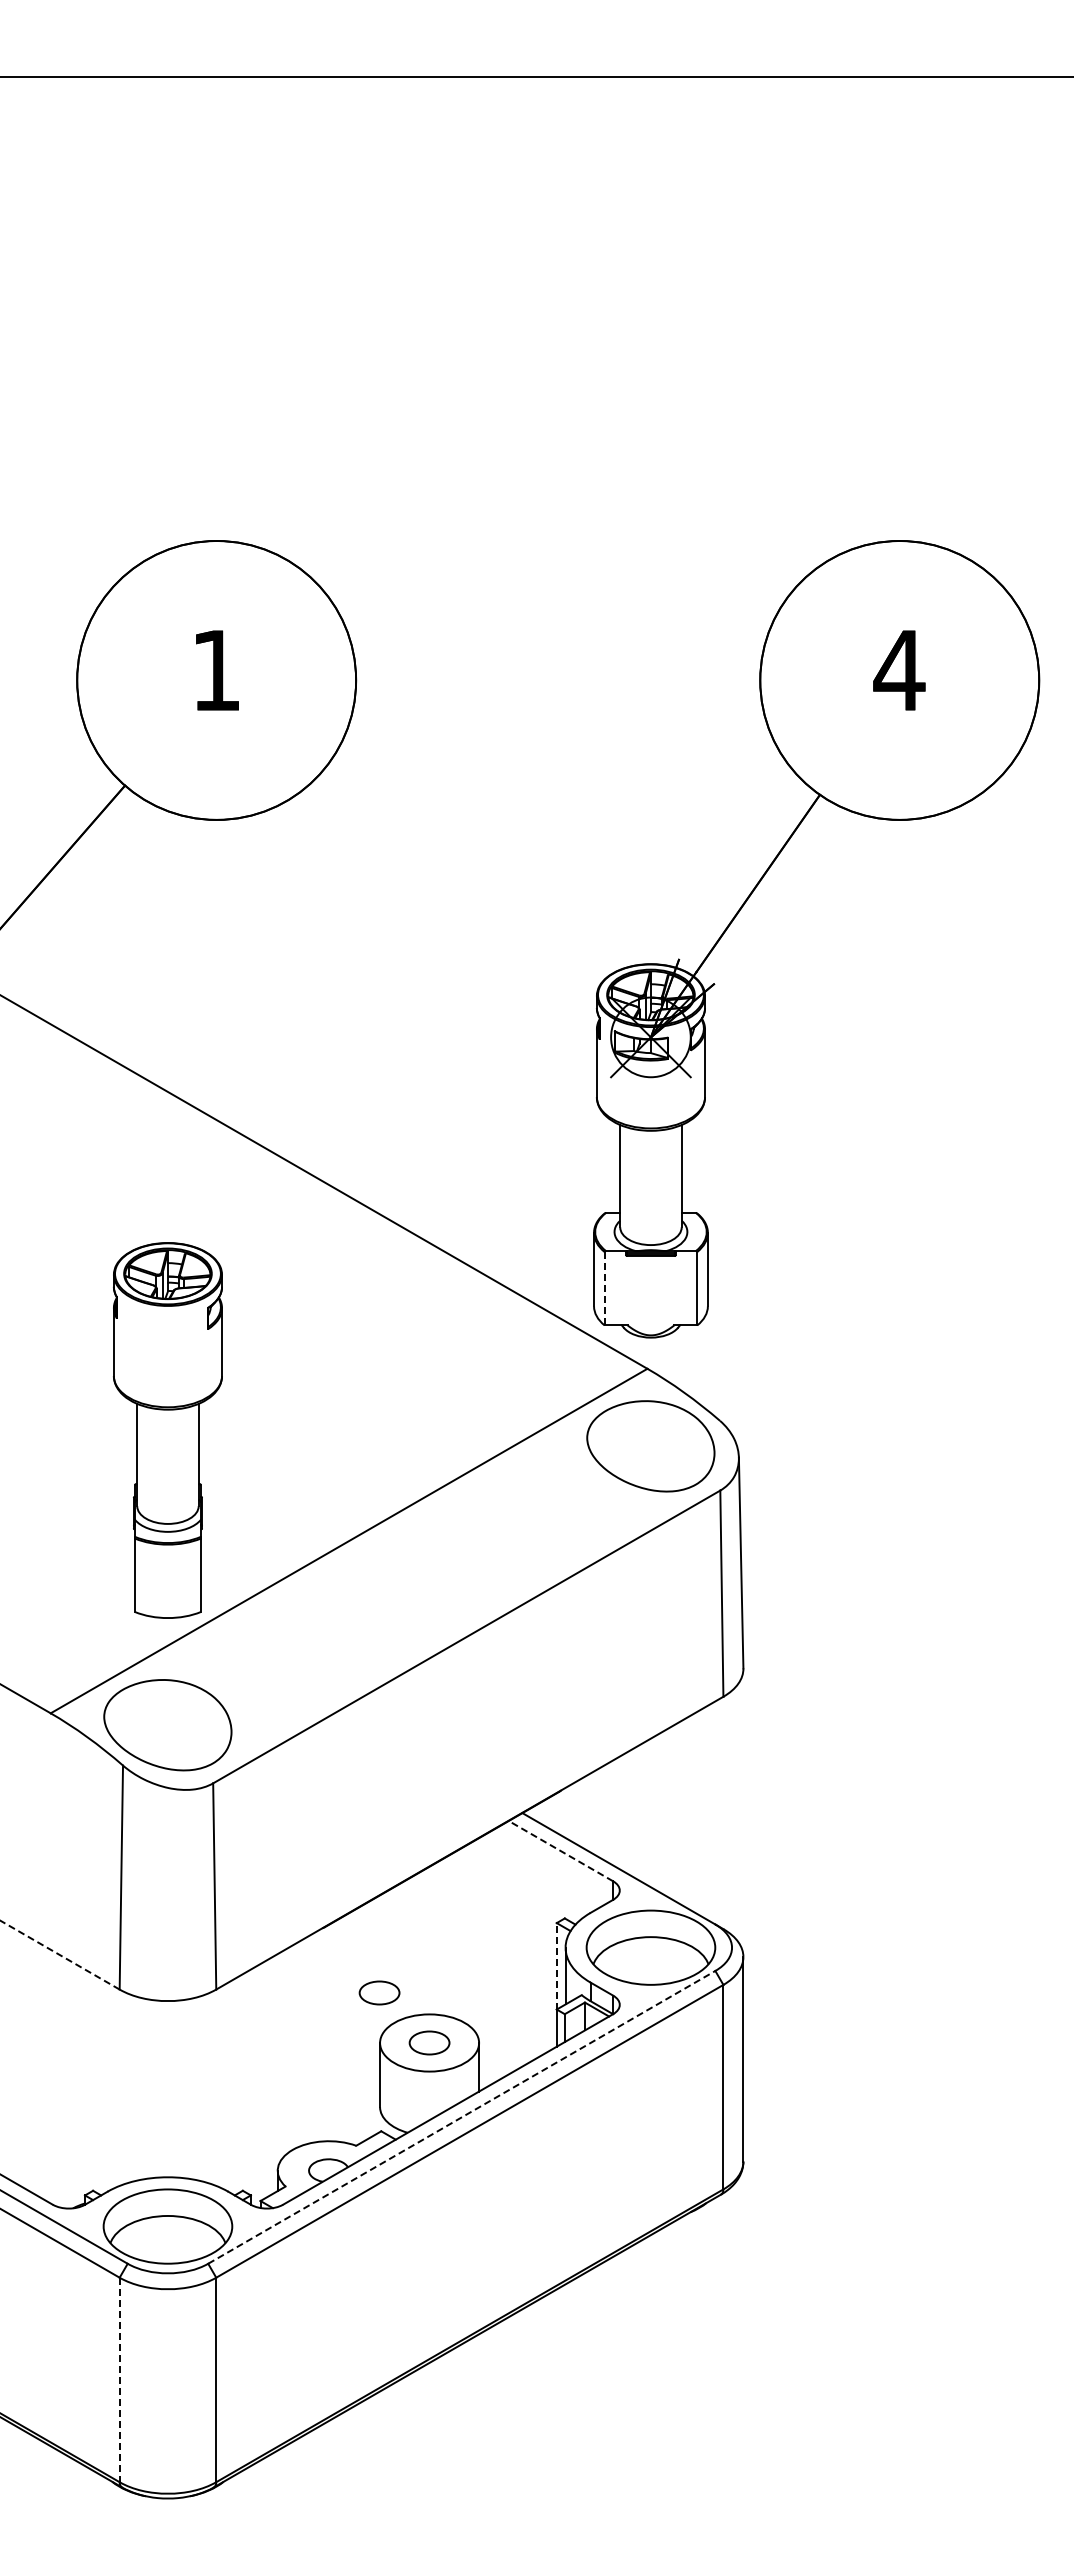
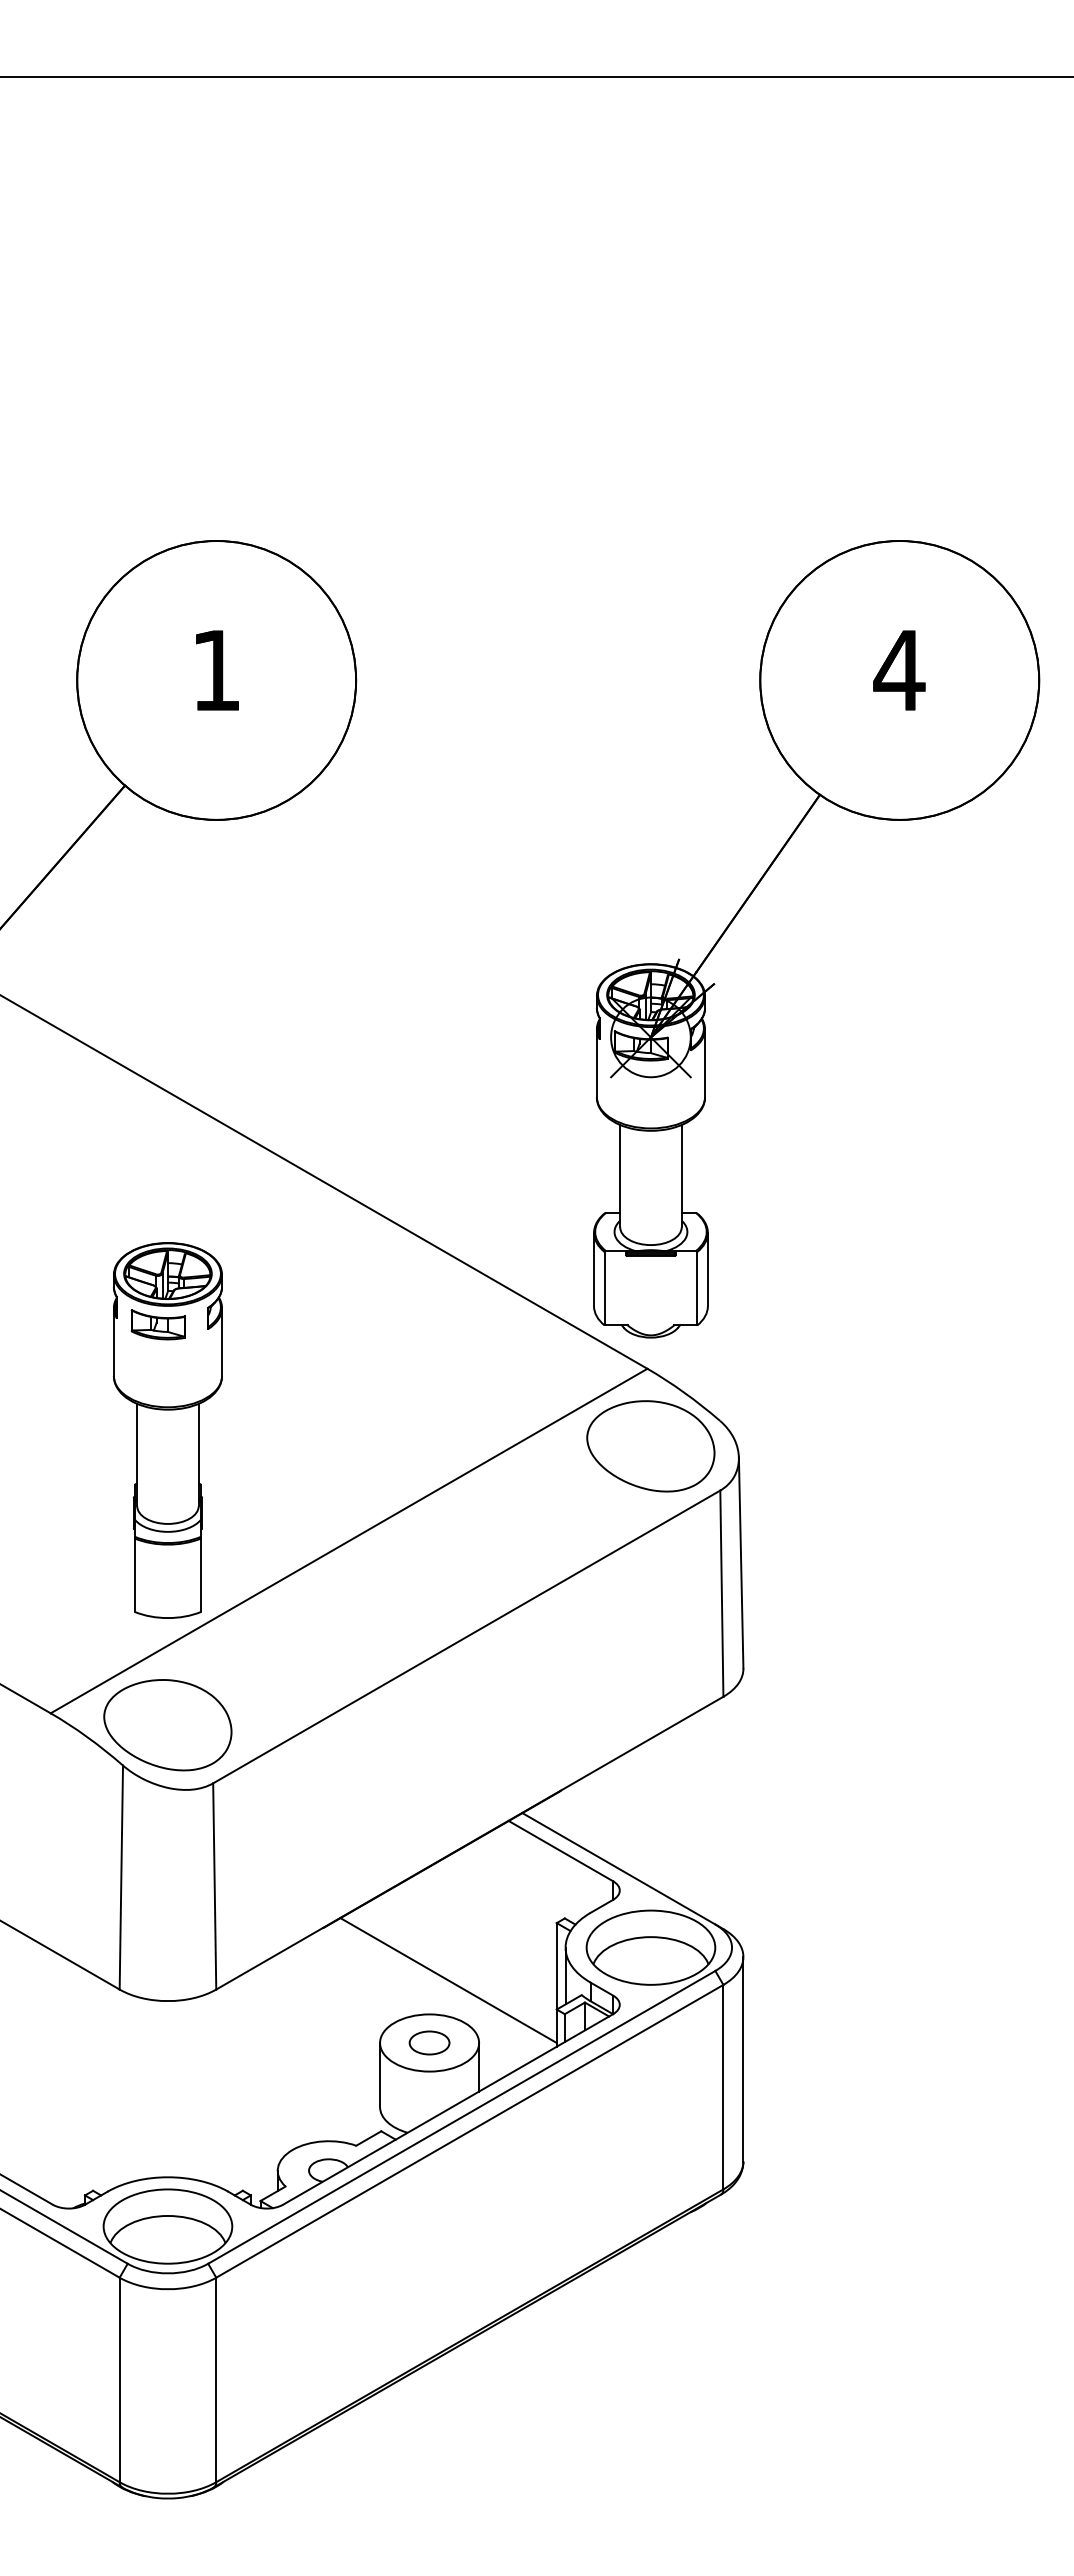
line at (604, 1288): dashed -> solid
part at (157, 1324): none -> present
line at (560, 1850): dashed -> solid
line at (59, 1955): dashed -> solid
line at (556, 1965): dashed -> solid
line at (448, 1980): none -> present
part at (379, 1992): present -> none
line at (461, 2117): dashed -> solid
line at (119, 2380): dashed -> solid
